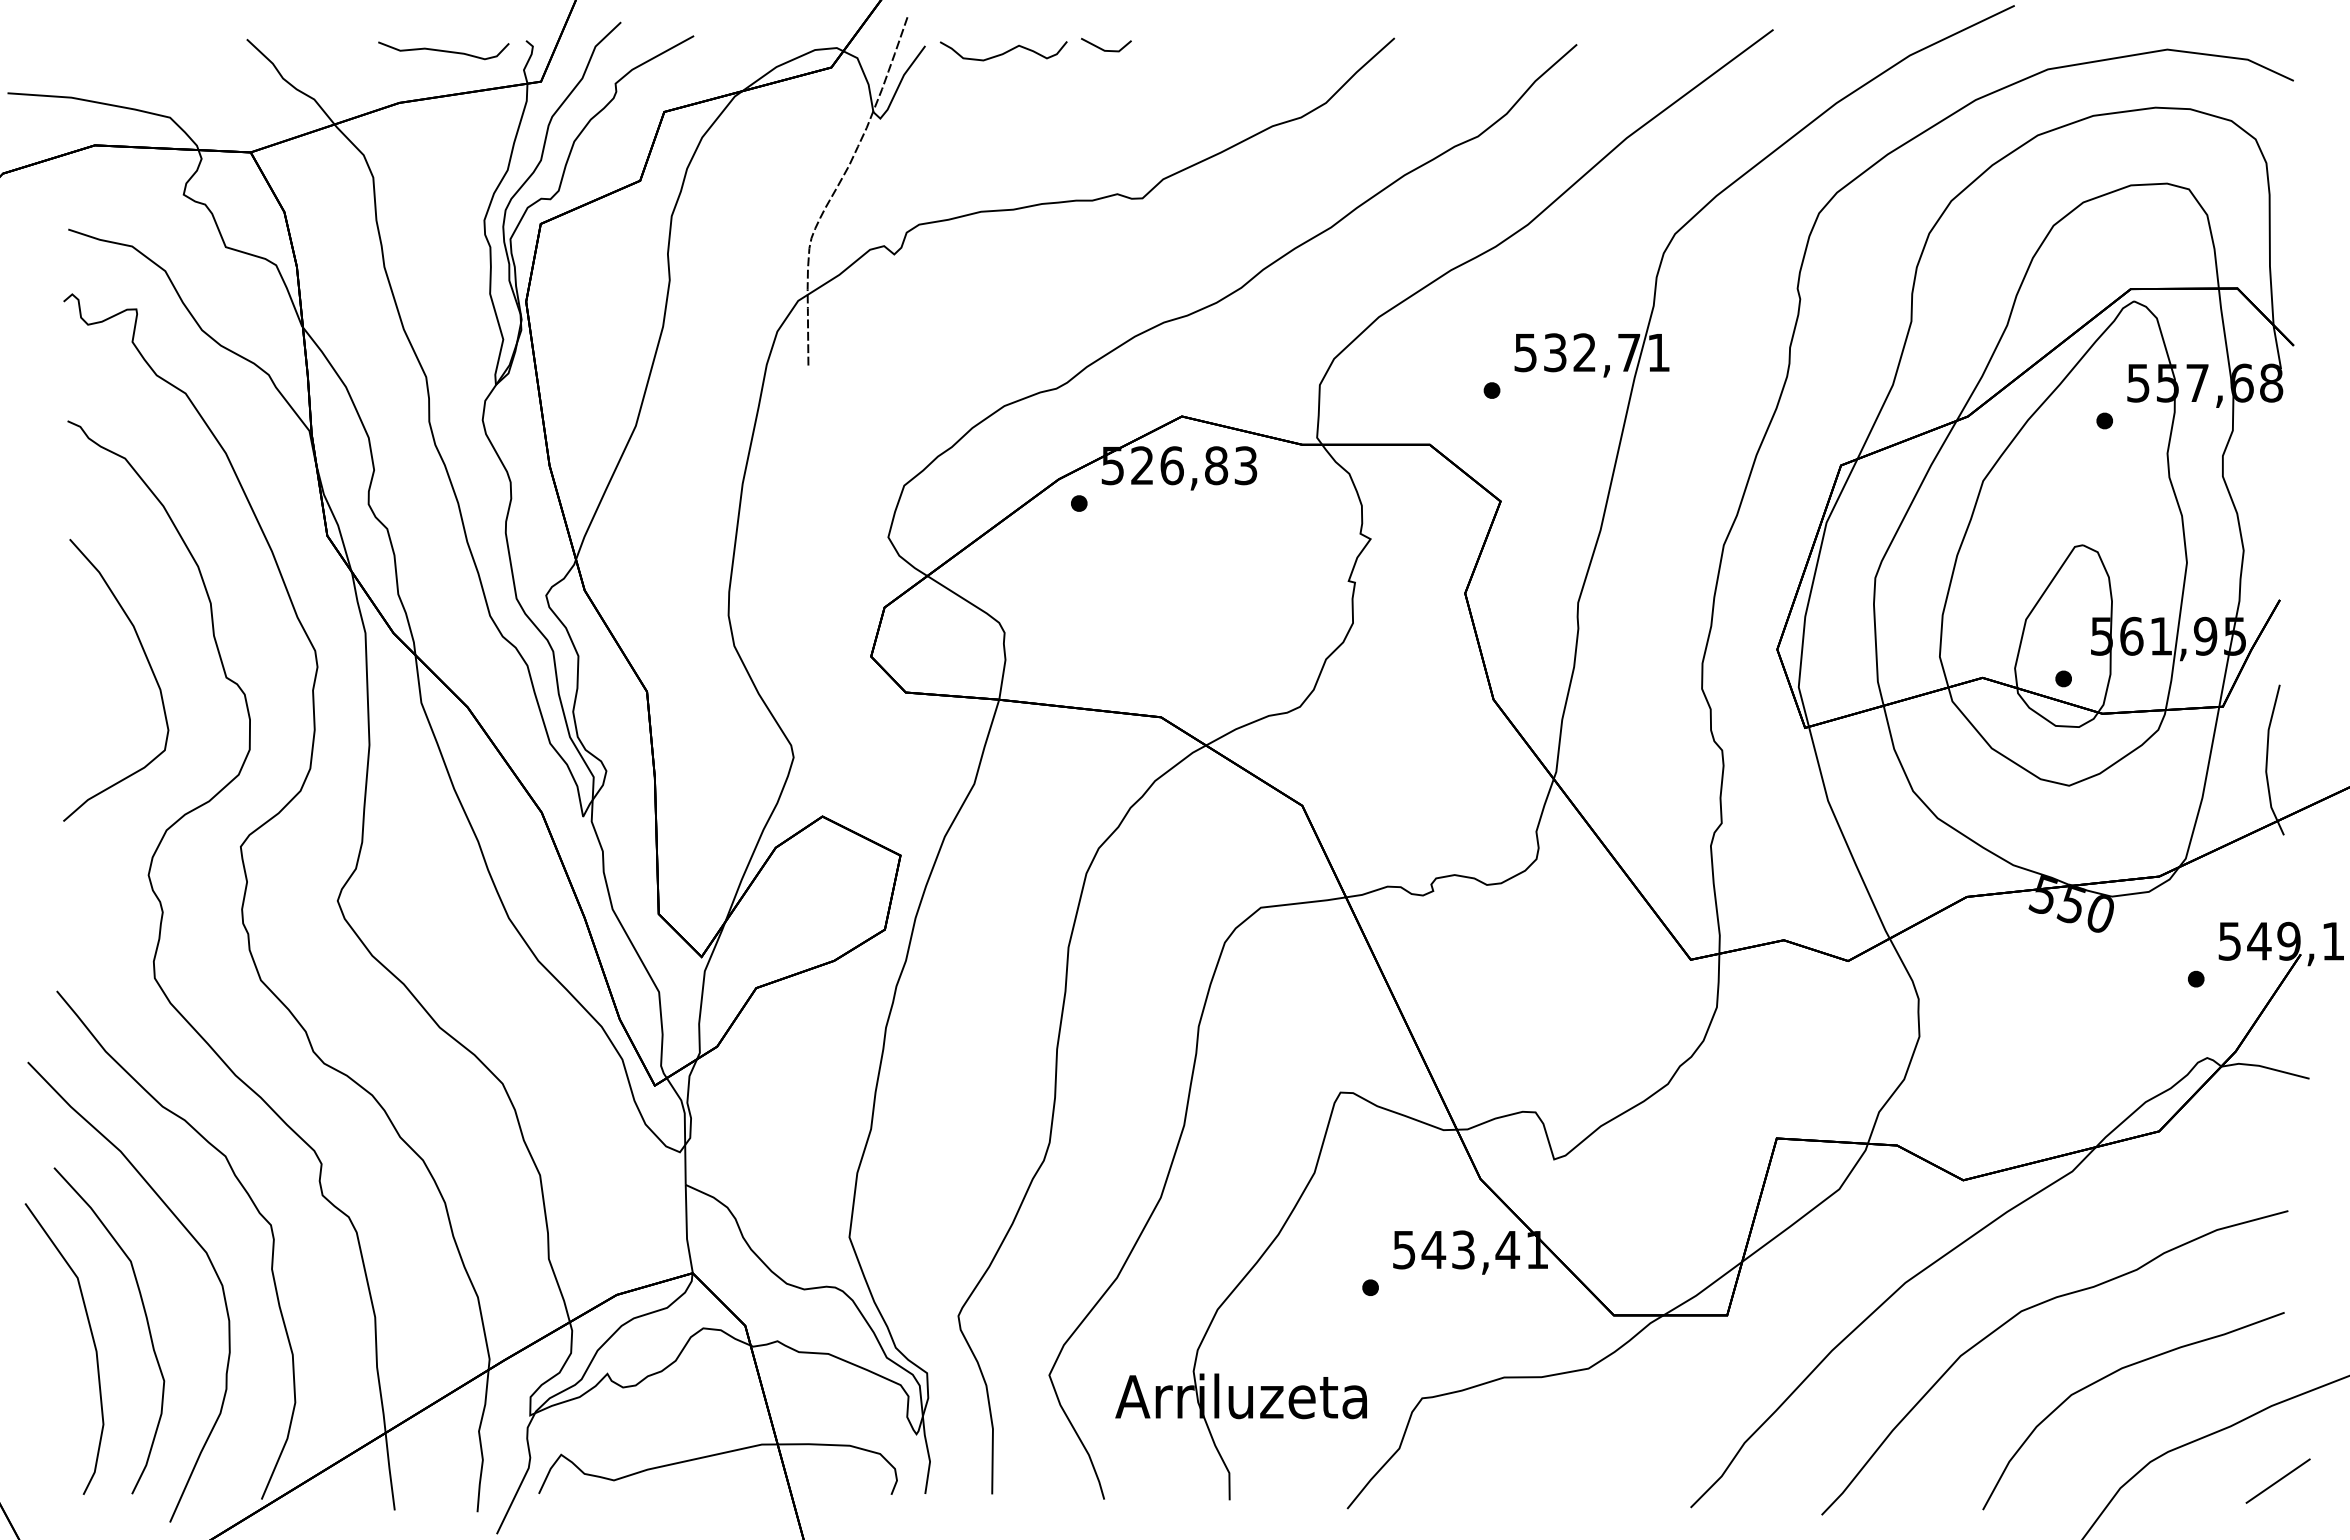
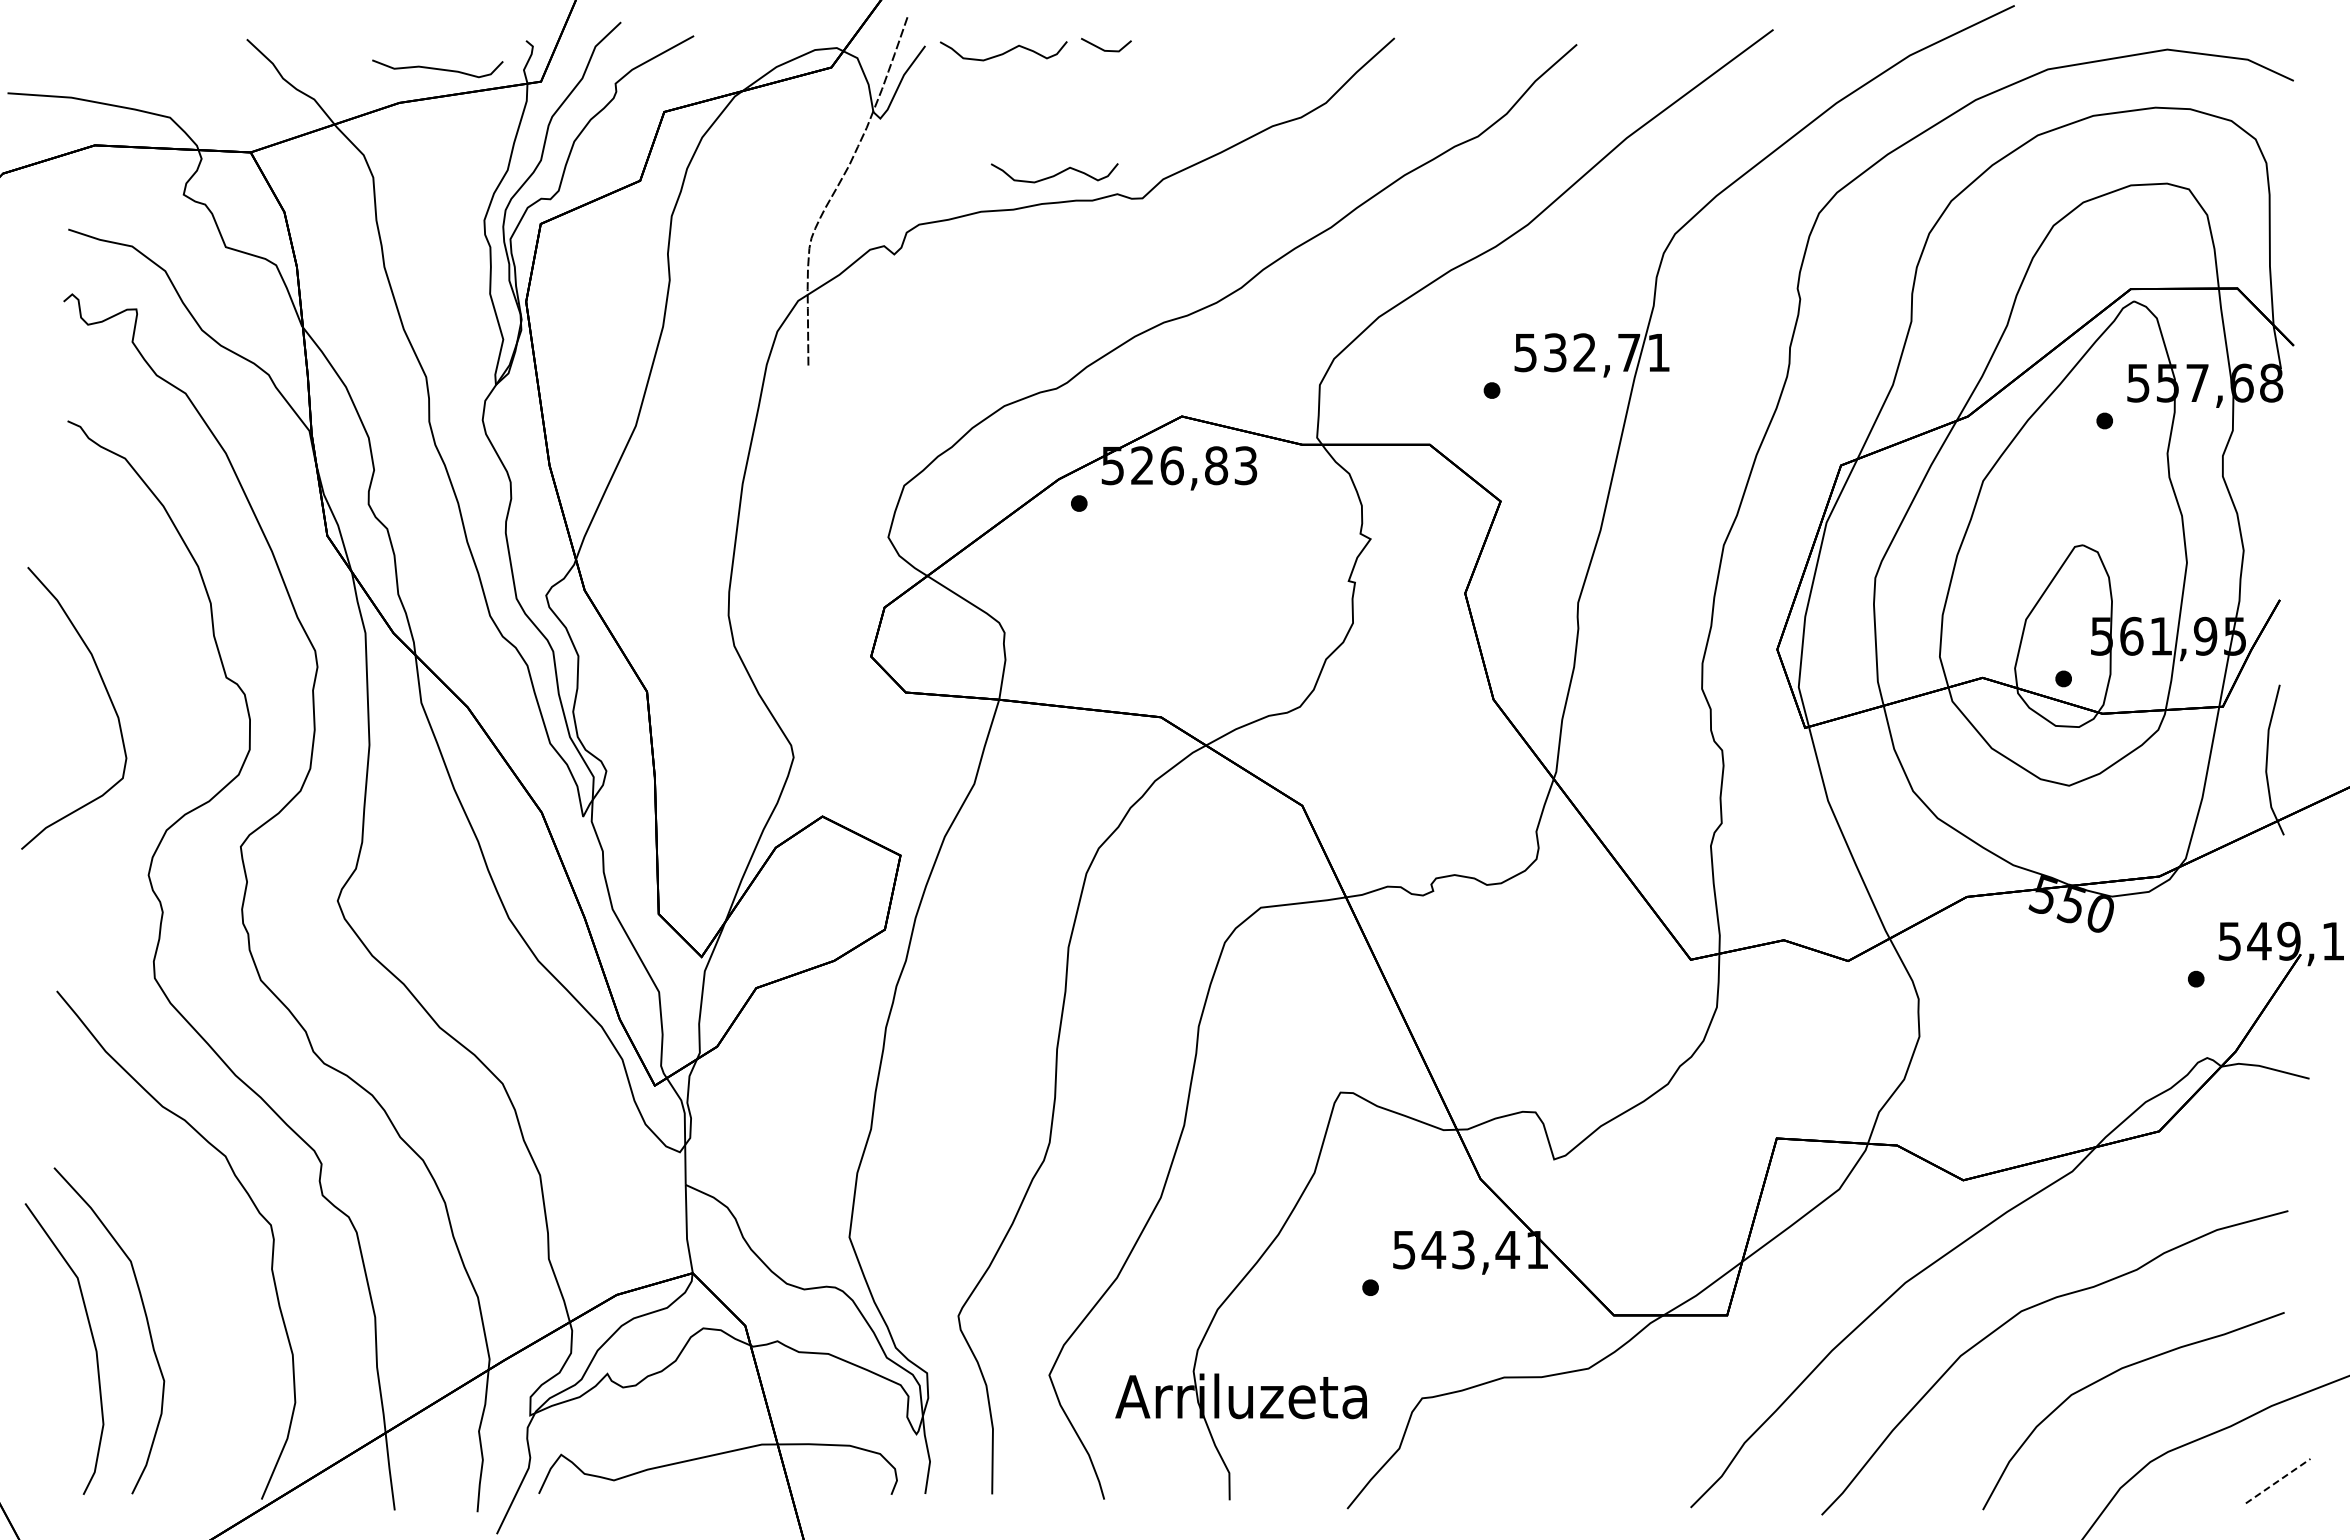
curve at (443, 50) position: (443, 50) -> (437, 68)
curve at (1054, 174): none -> present
curve at (150, 669) position: (150, 669) -> (108, 697)
curve at (194, 1240): present -> none
line at (2278, 1480): solid -> dashed
